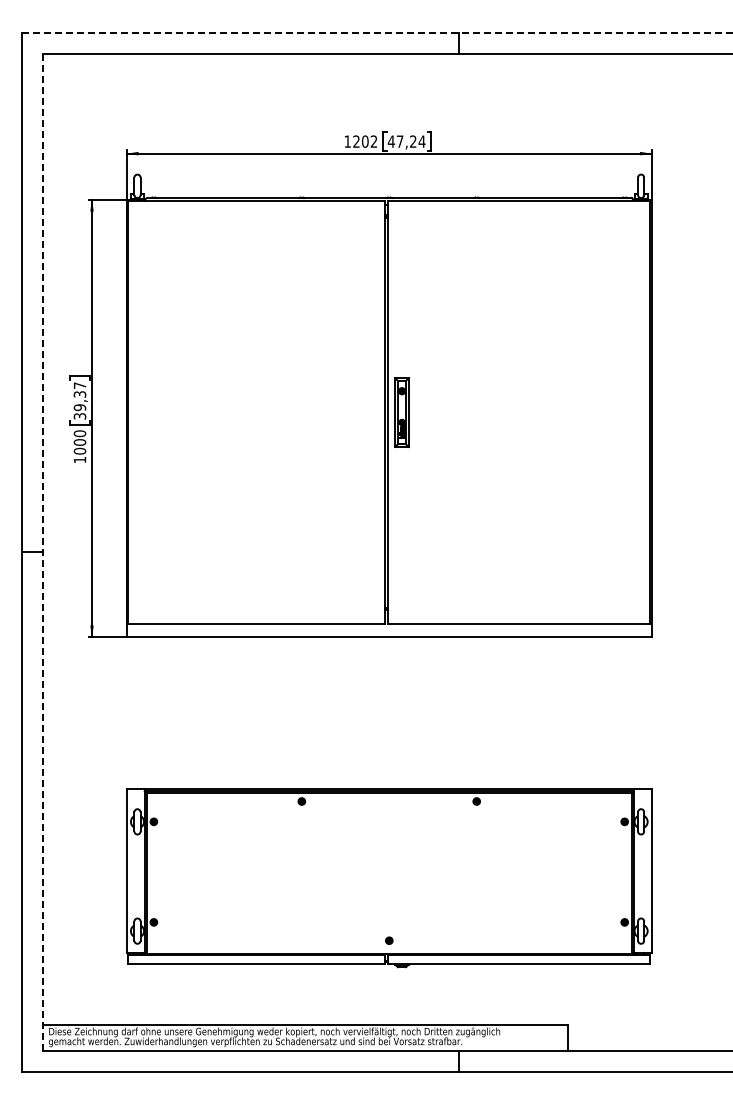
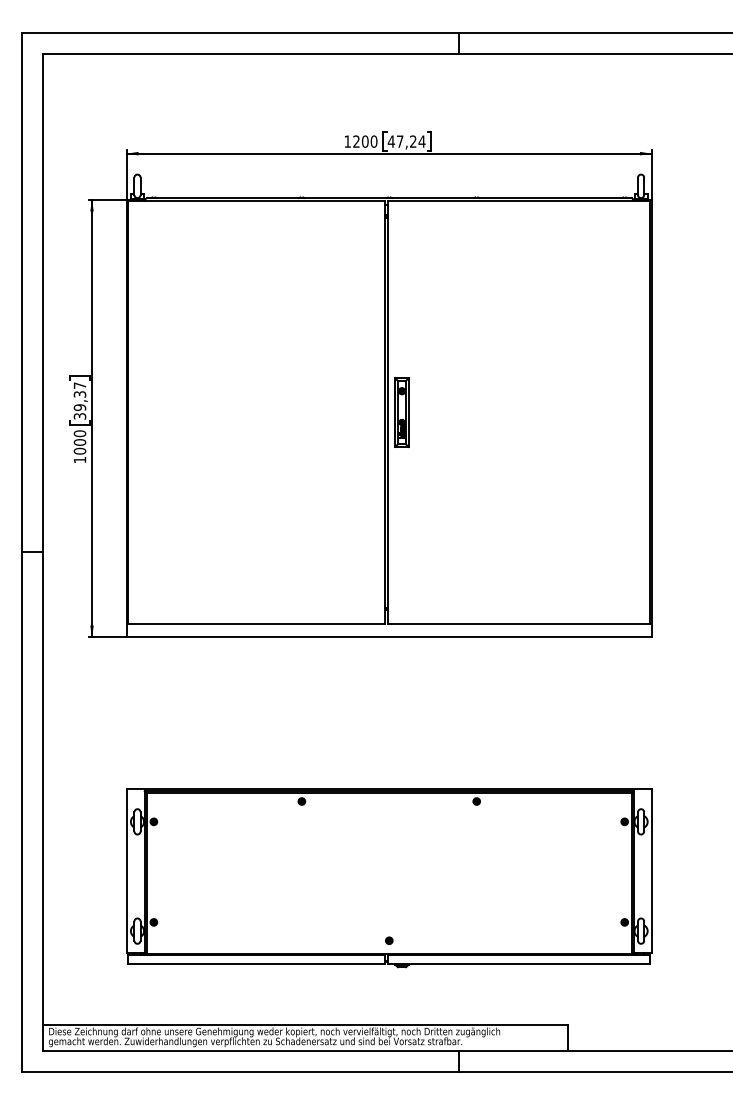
line at (377, 33): dashed -> solid
text at (373, 141): 1202 -> 1200
line at (43, 552): dashed -> solid
